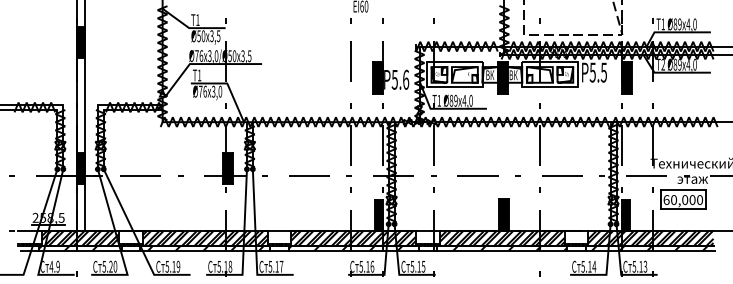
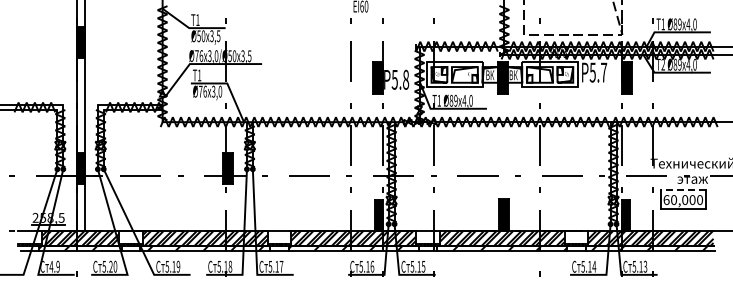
text at (603, 72): 5.5 -> 5.7
text at (406, 79): 5.6 -> 5.8
line at (682, 190): solid -> dashed
